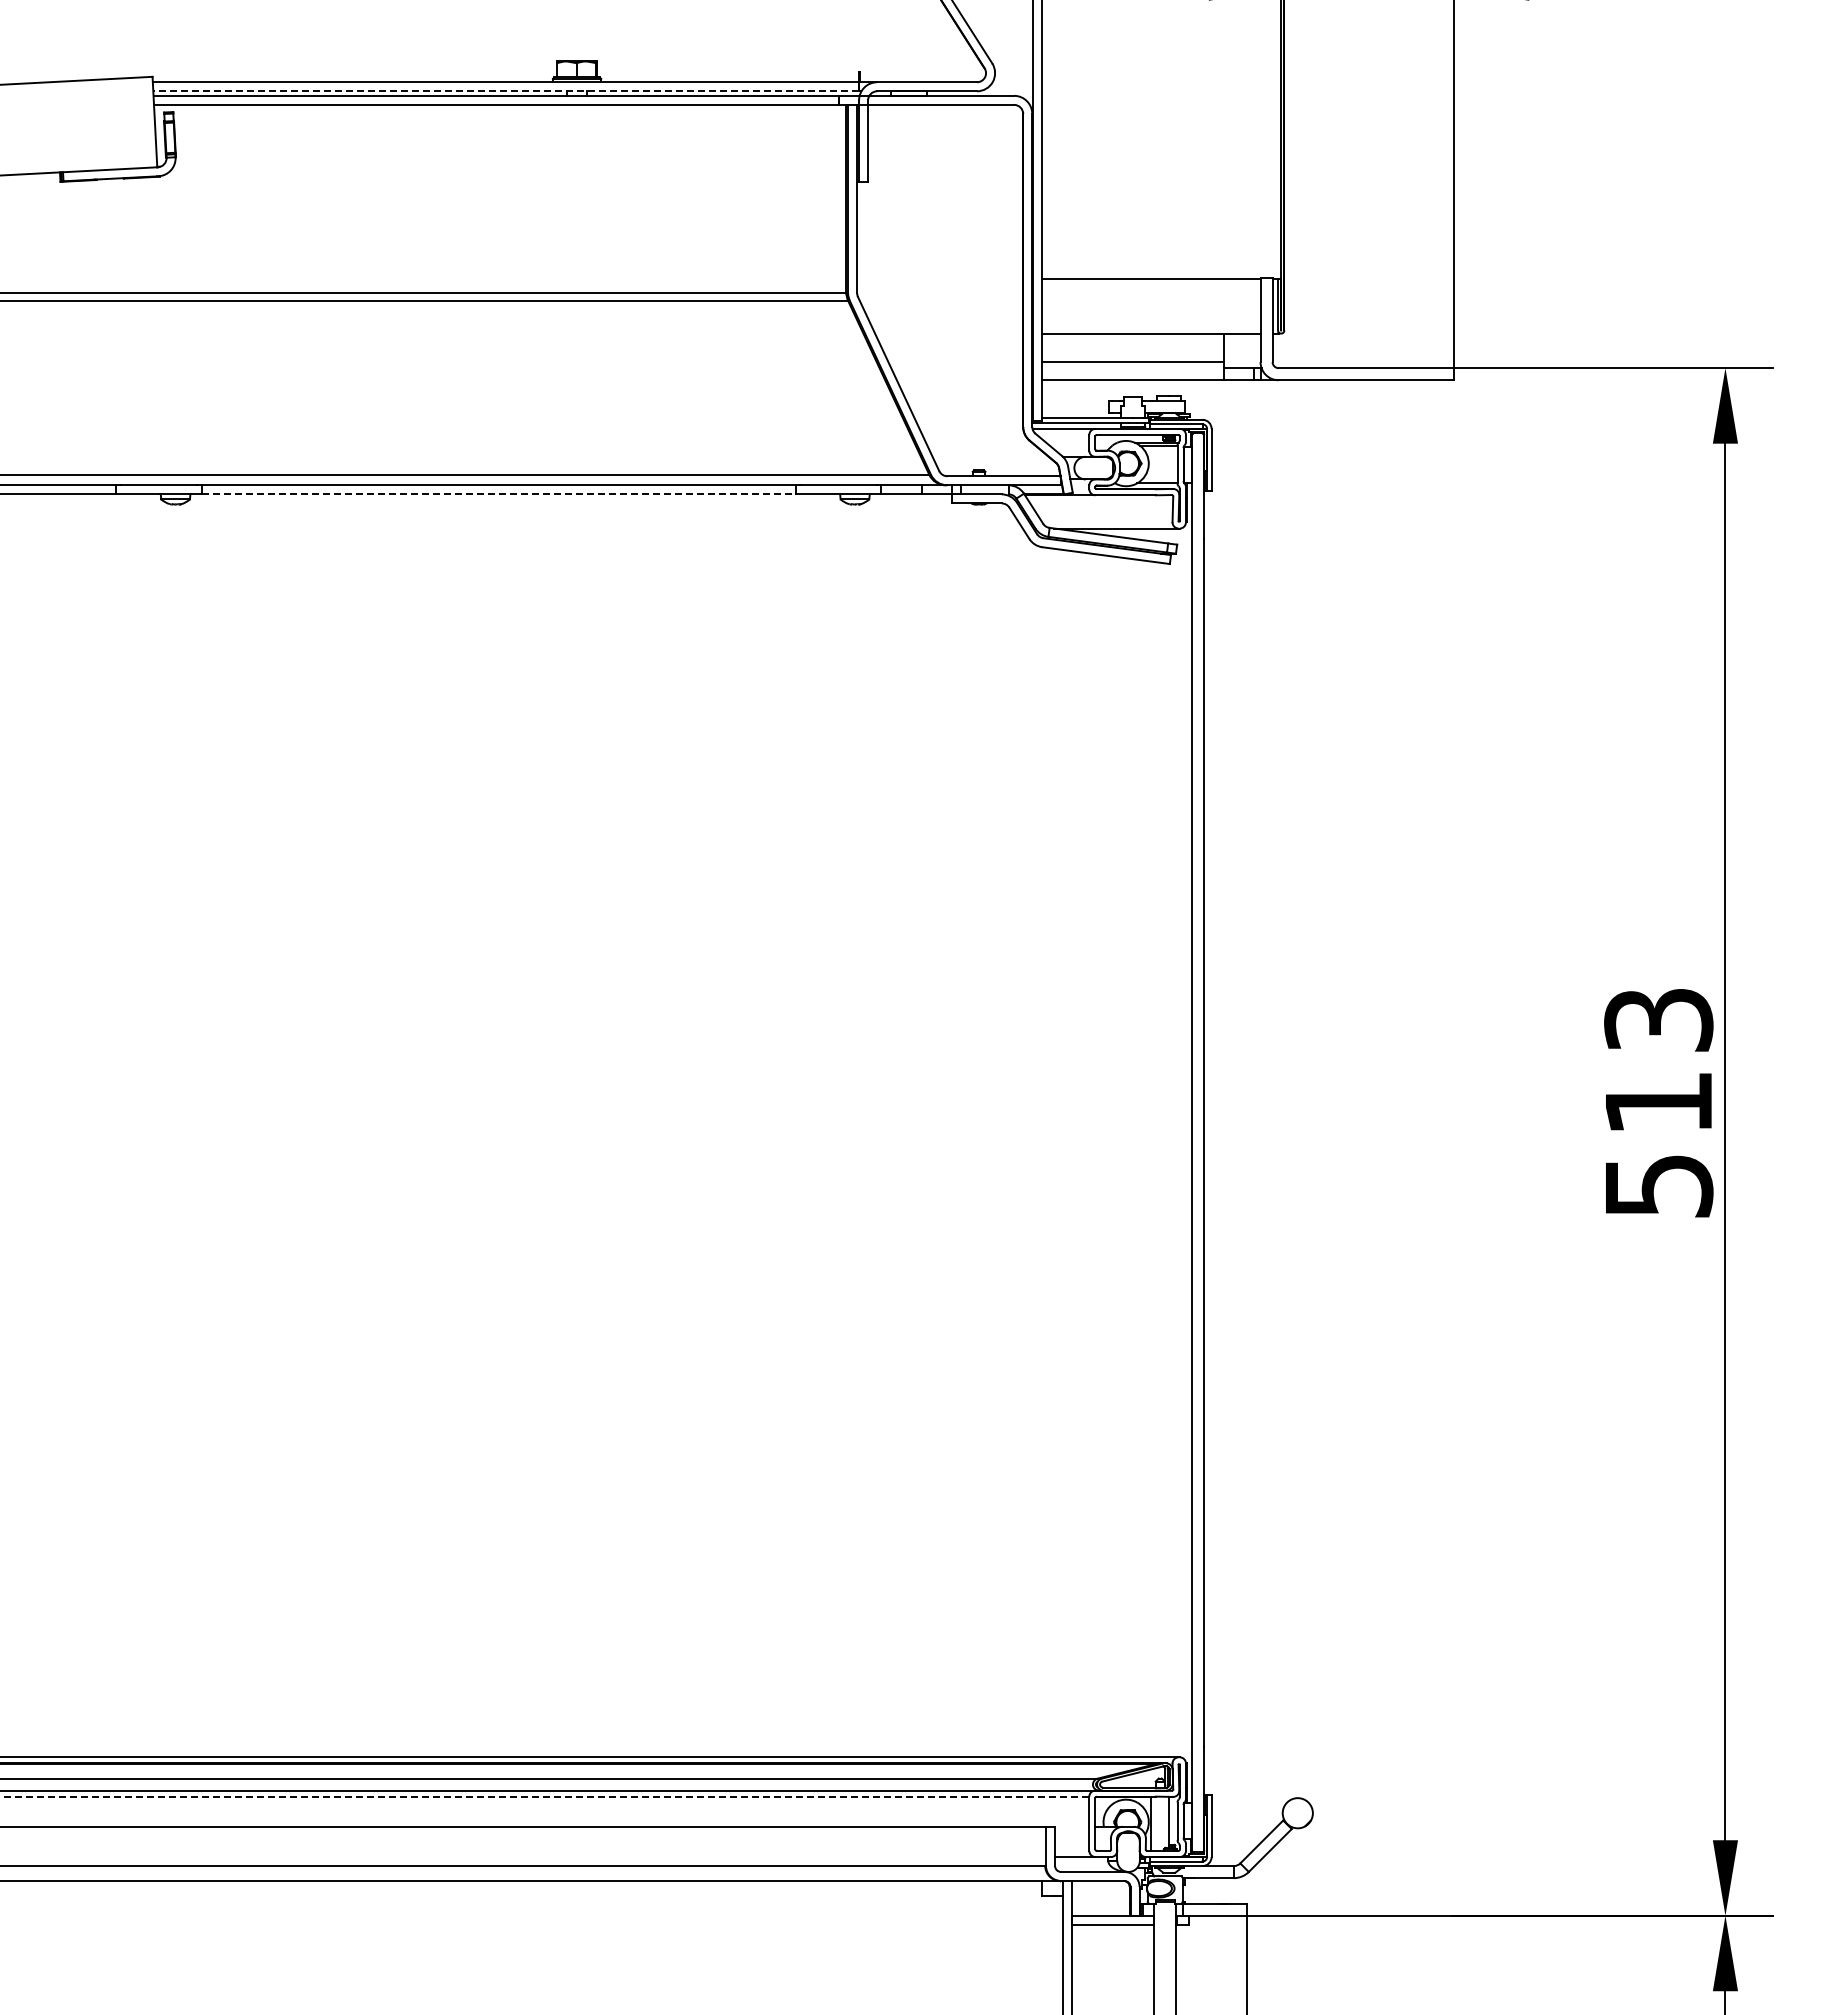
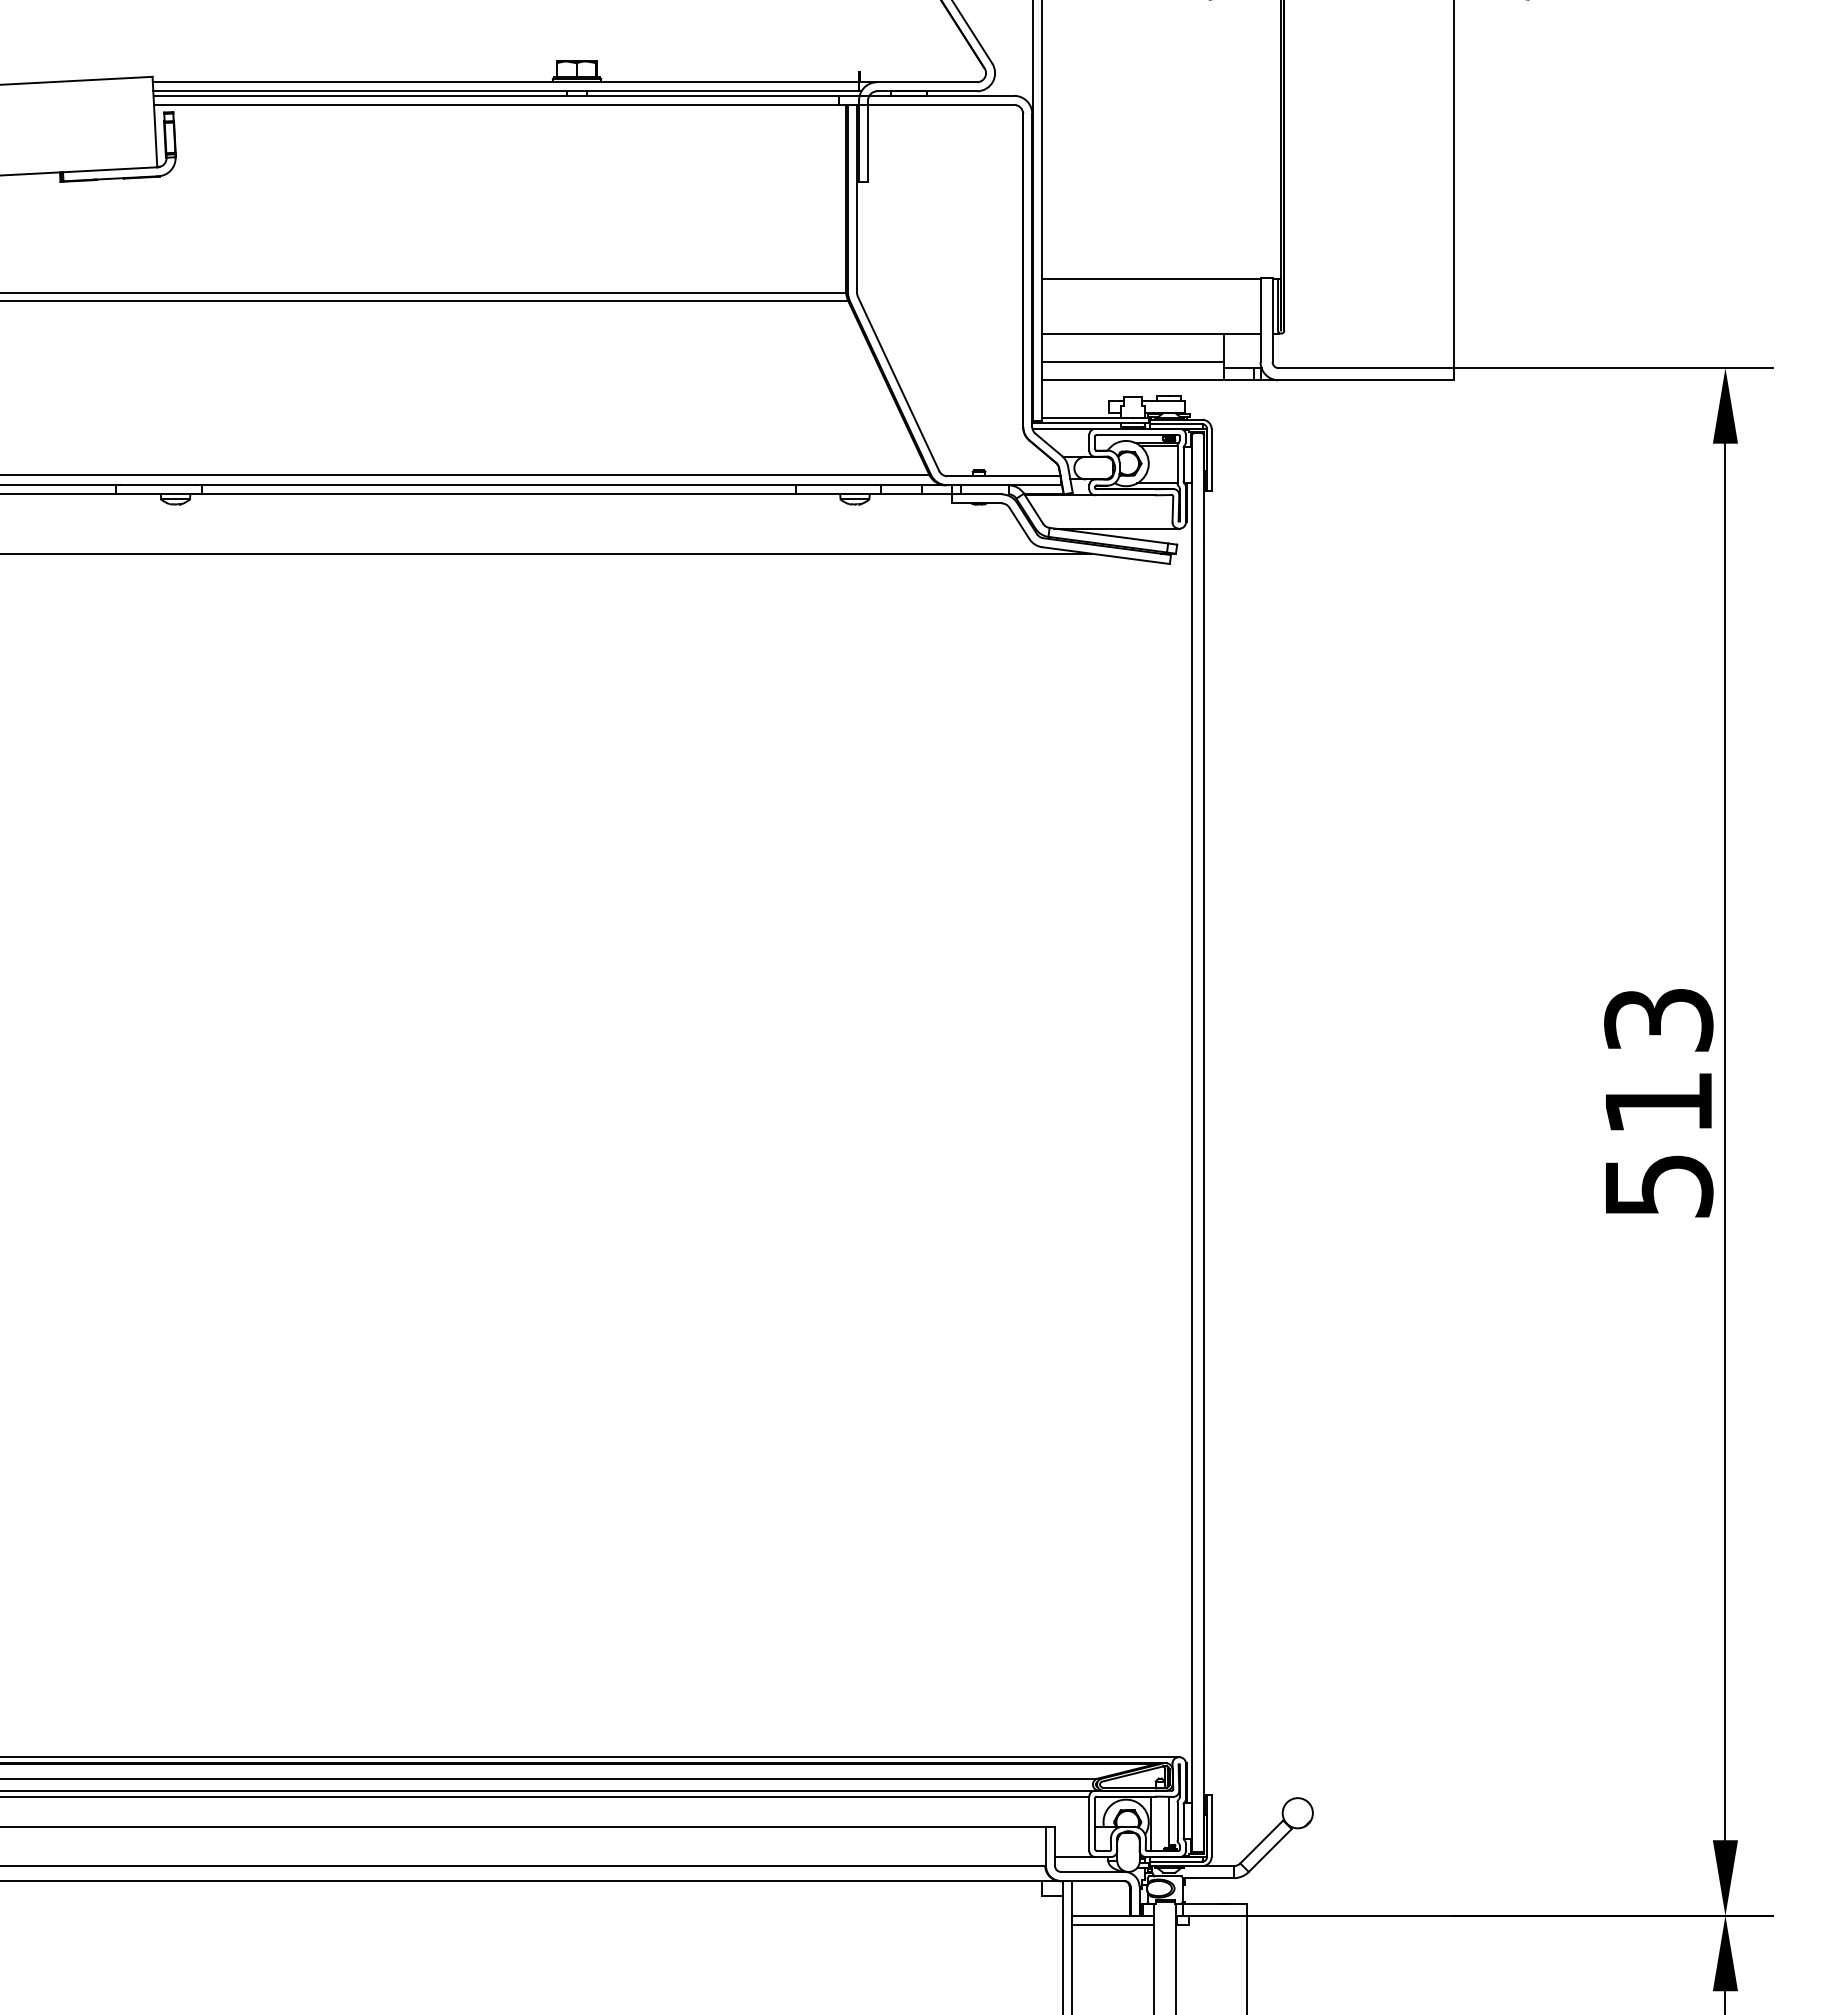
line at (506, 91): dashed -> solid
line at (498, 494): dashed -> solid
line at (546, 553): none -> present
line at (544, 1796): dashed -> solid
